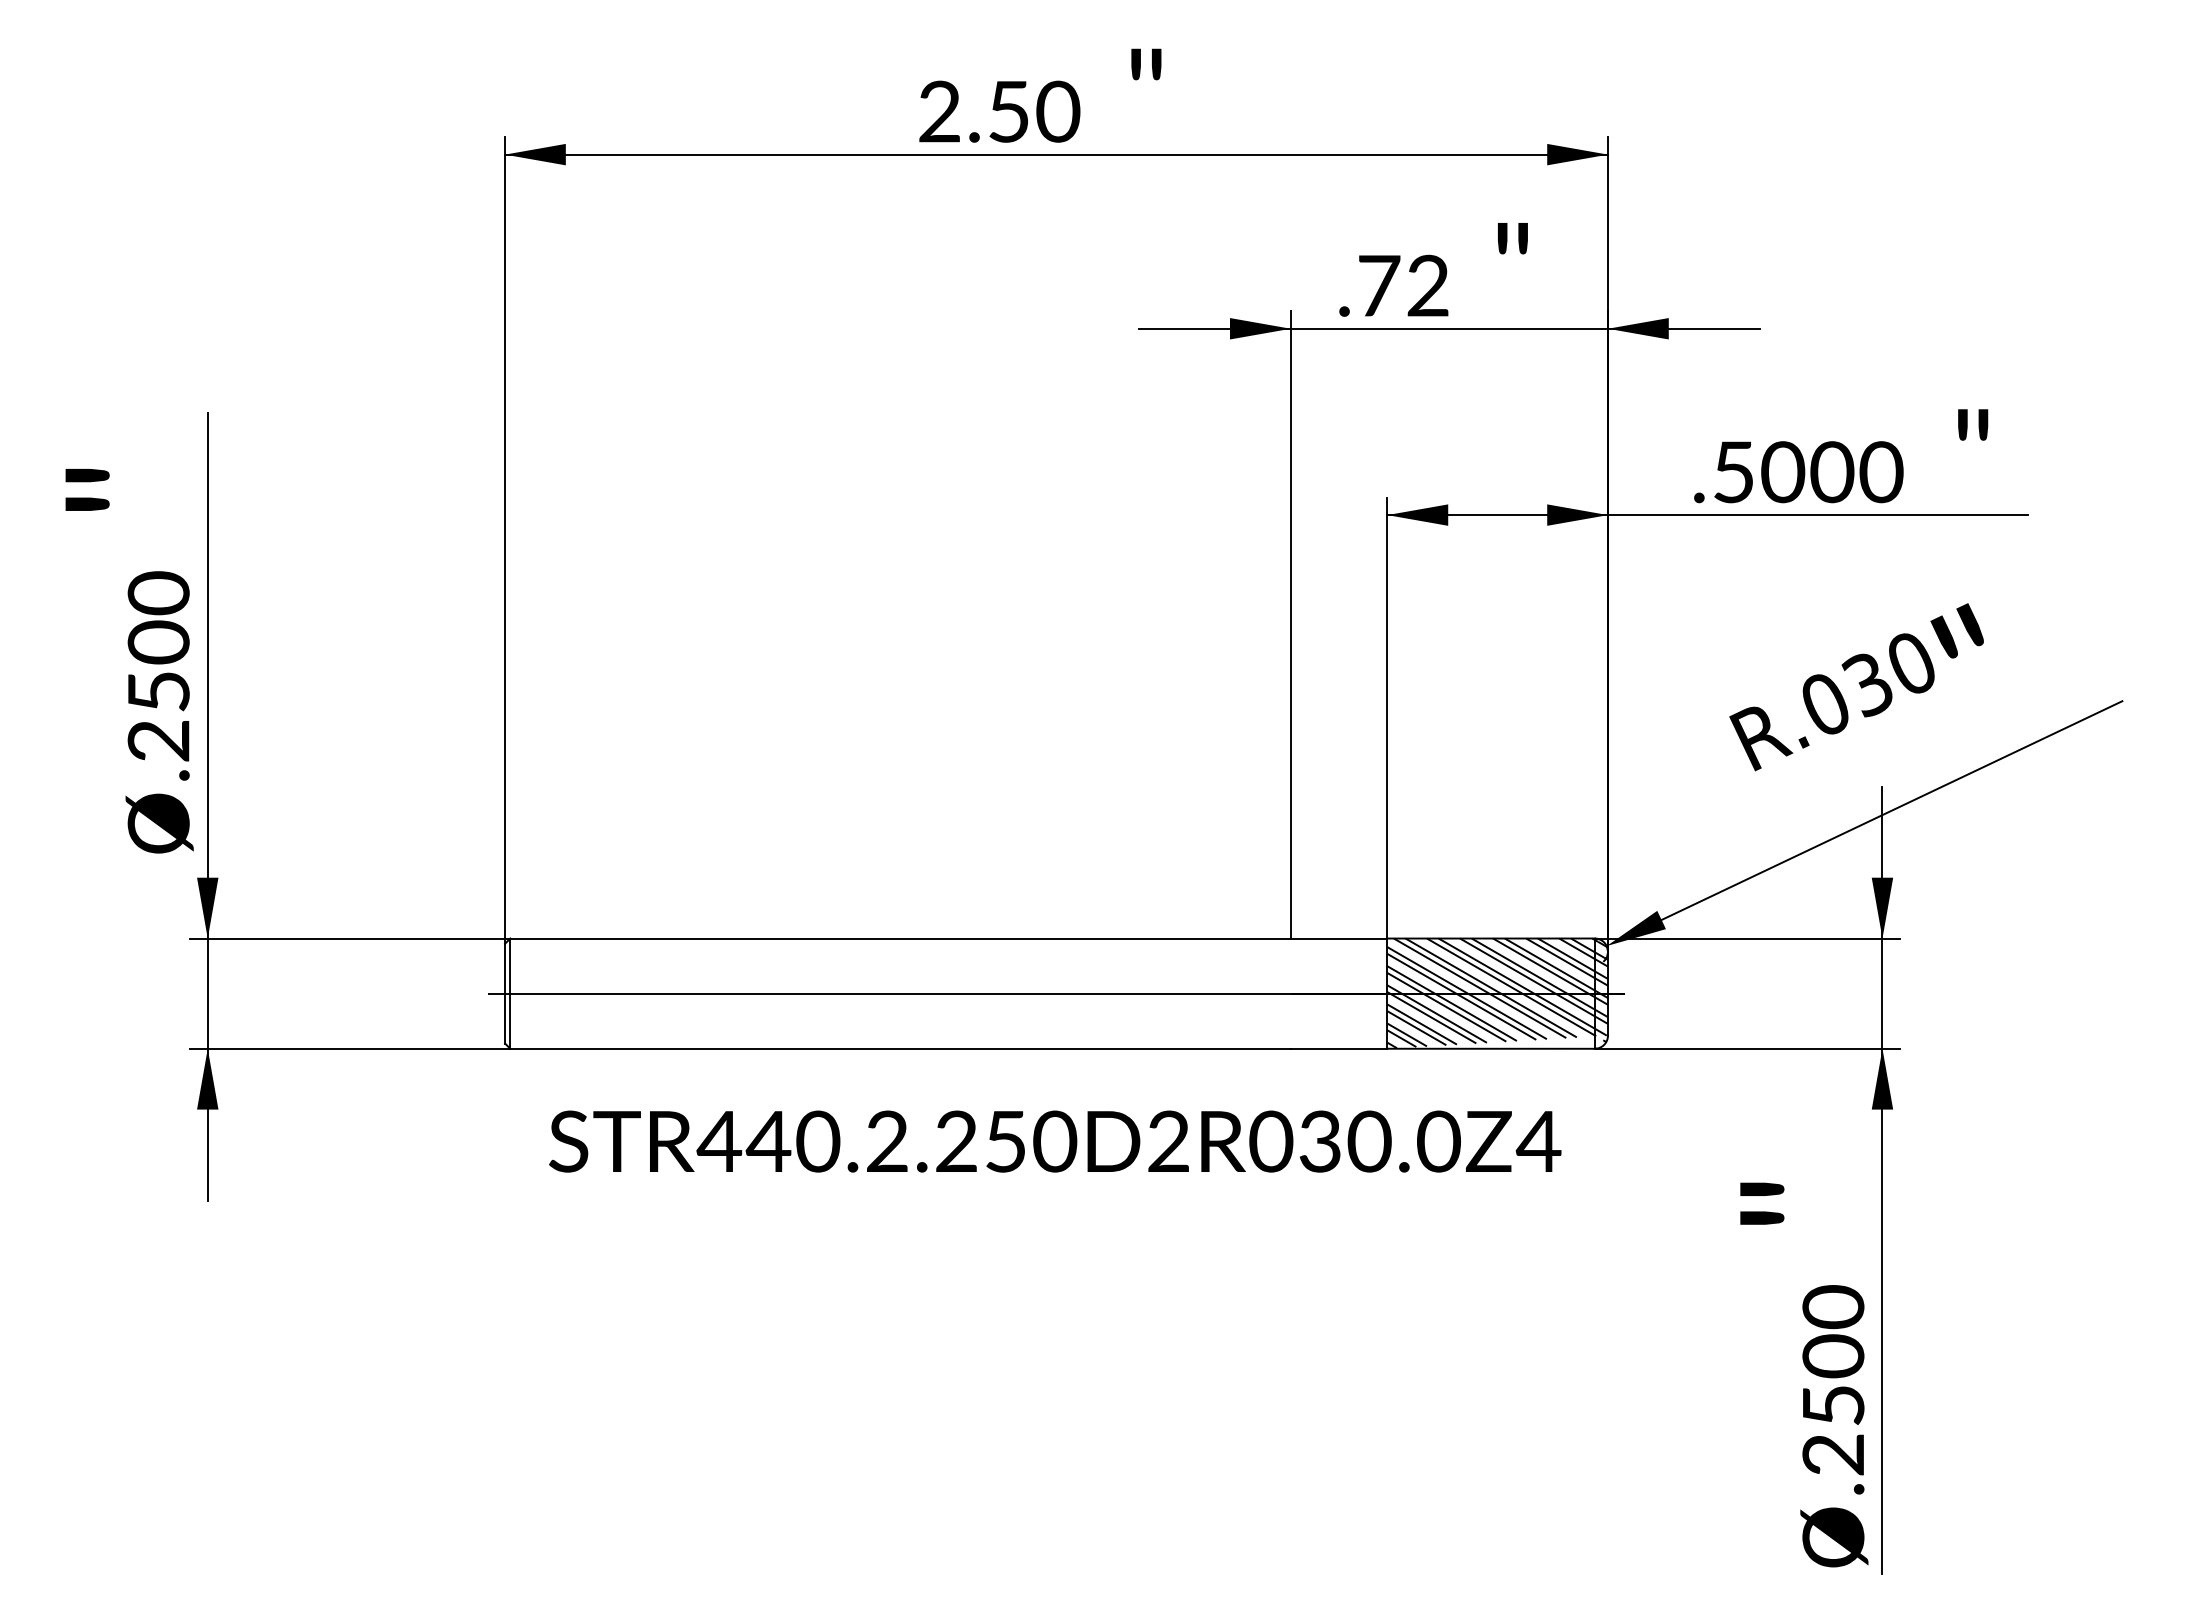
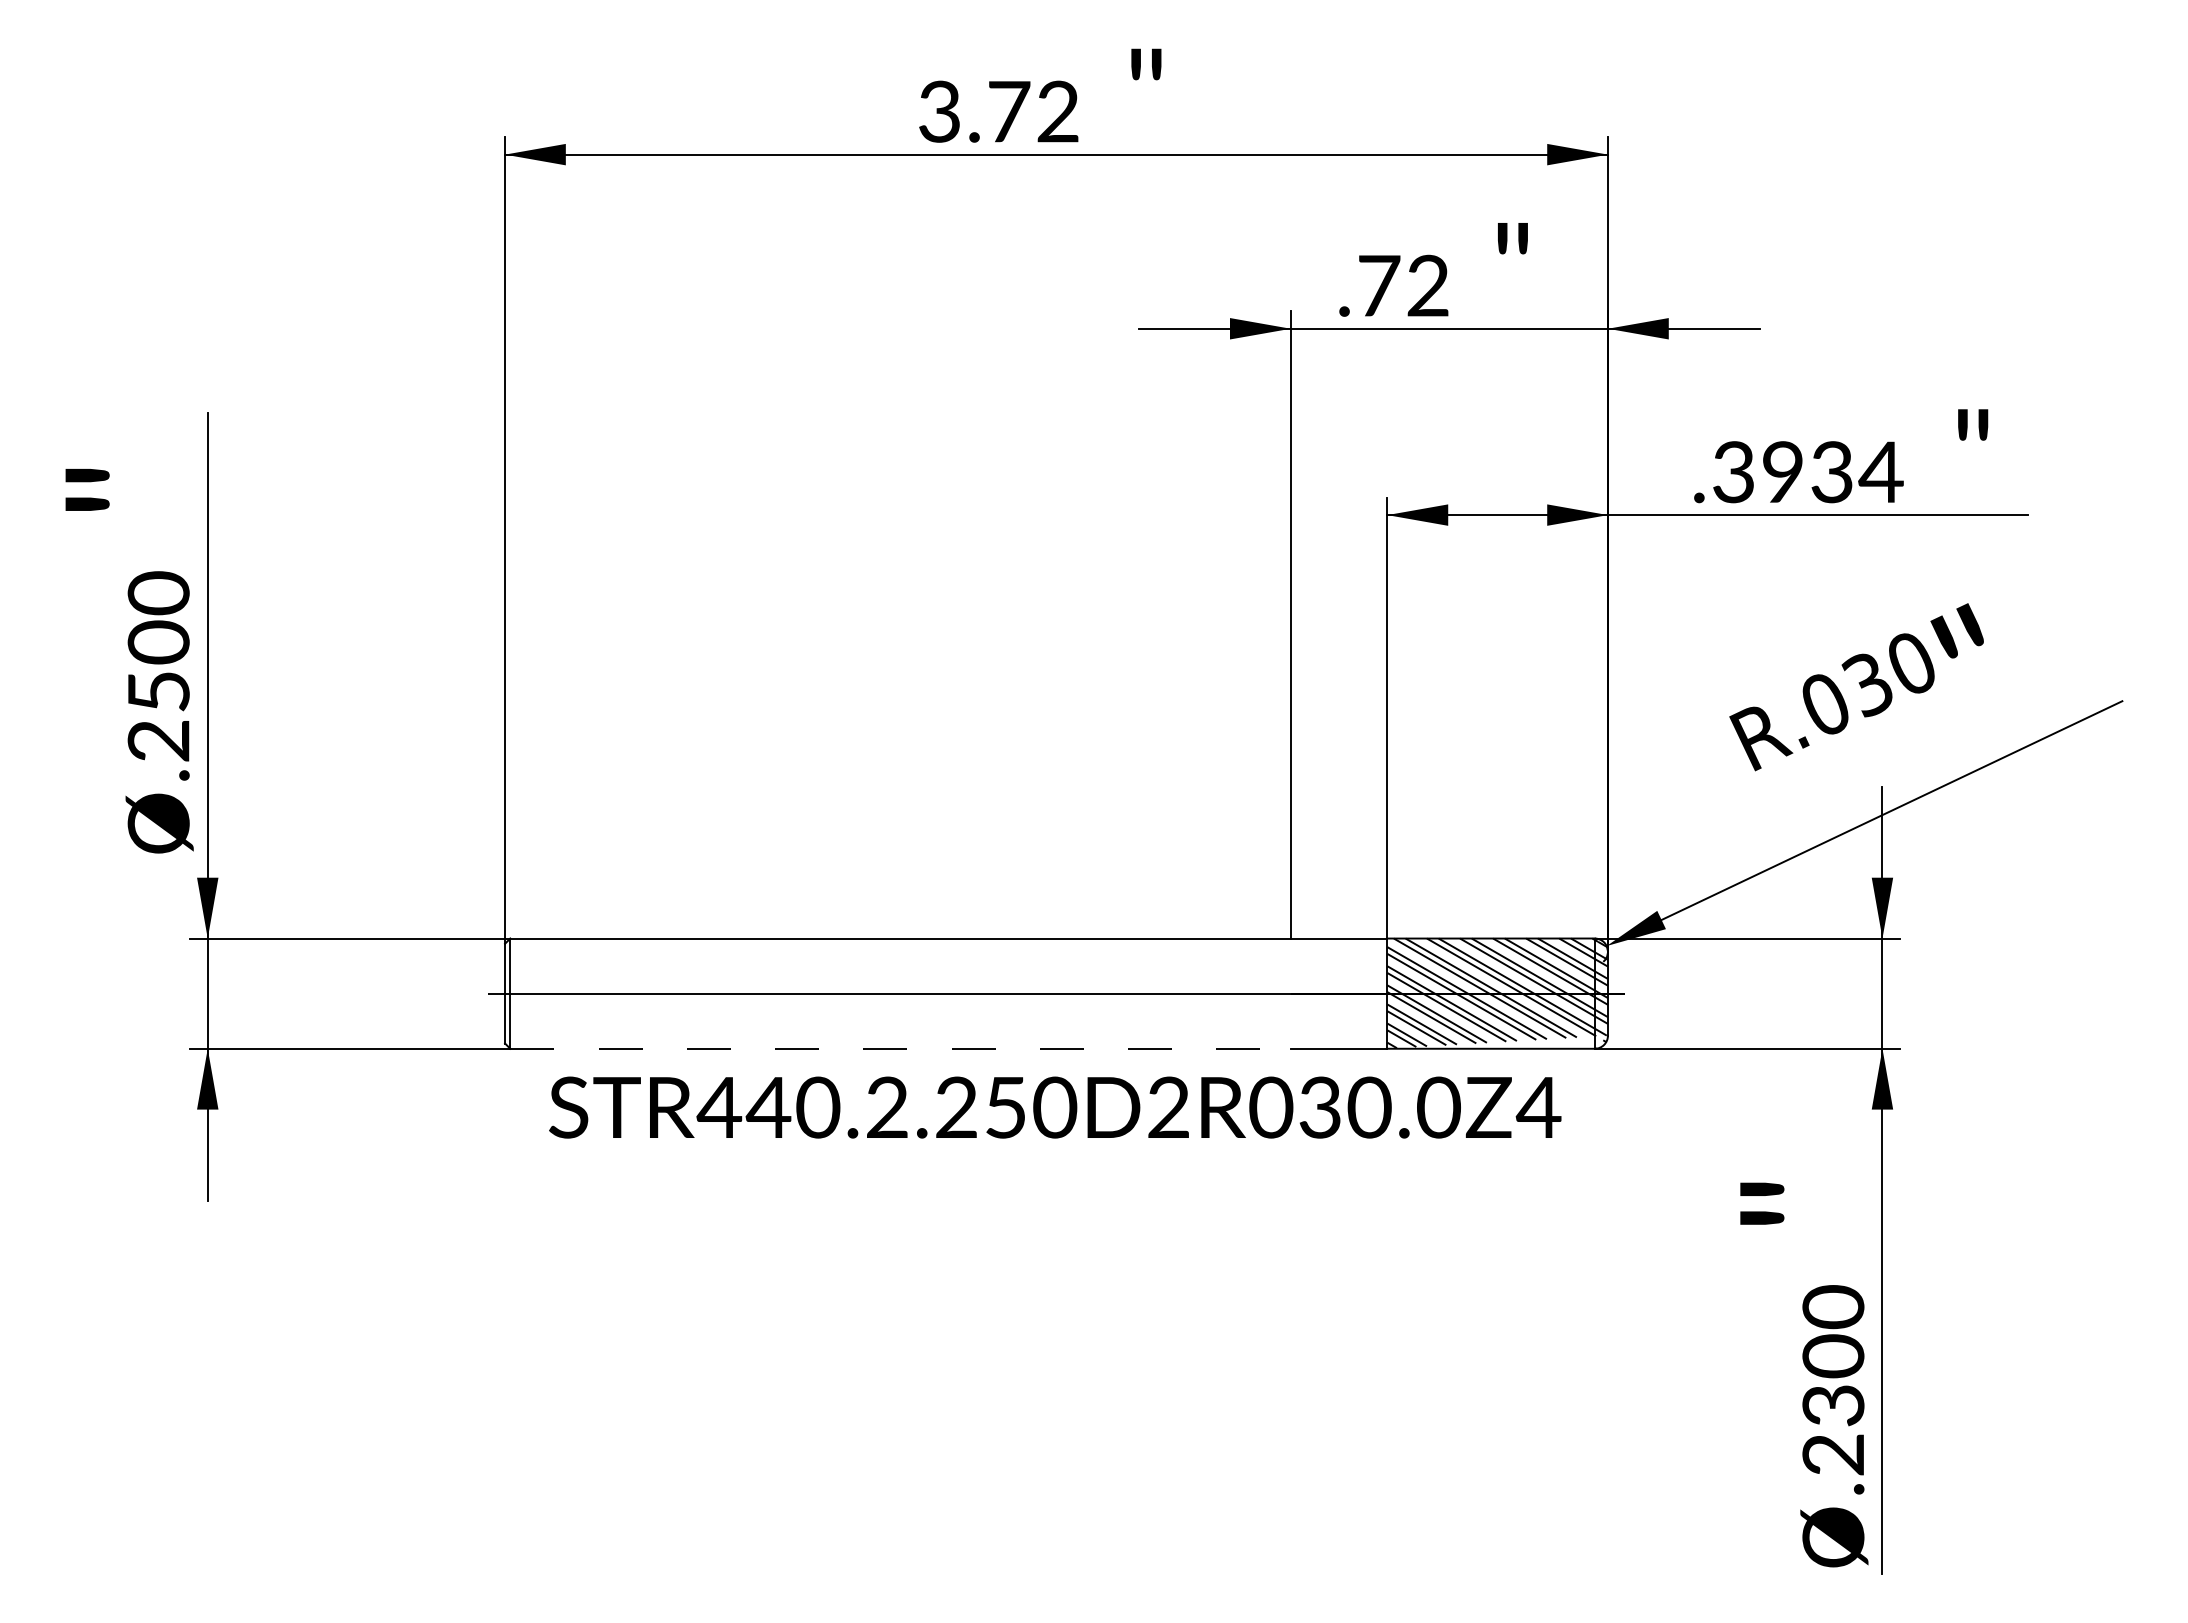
text at (999, 111): 2.50 -> 3.72
text at (1808, 472): .5000 -> .3934
line at (901, 1048): solid -> dashed
text at (1055, 1141) position: (1055, 1141) -> (1055, 1107)
text at (1833, 1405): .2500 -> .2300
